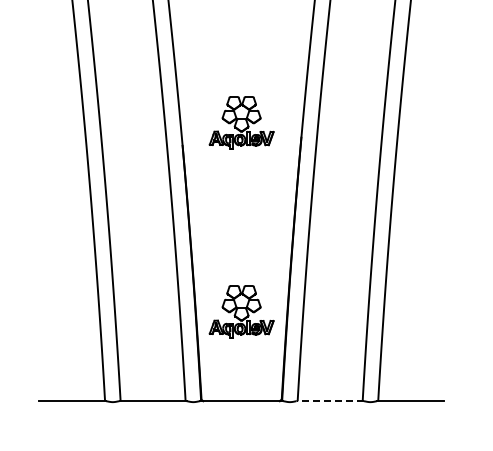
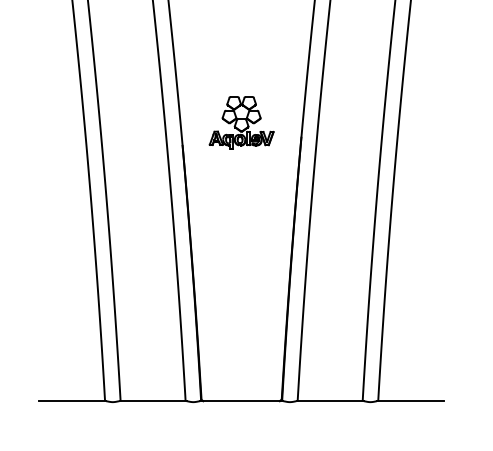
part at (241, 311): present -> none
line at (330, 401): dashed -> solid
